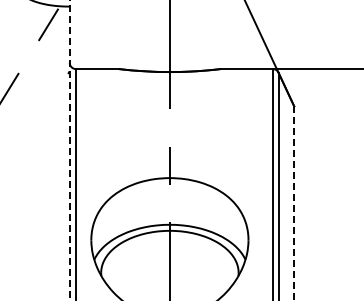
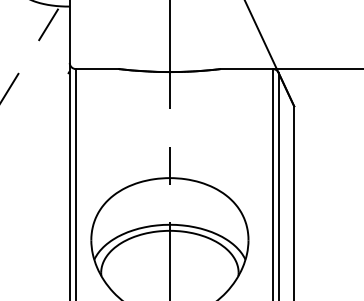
line at (69, 150): dashed -> solid
line at (294, 203): dashed -> solid
